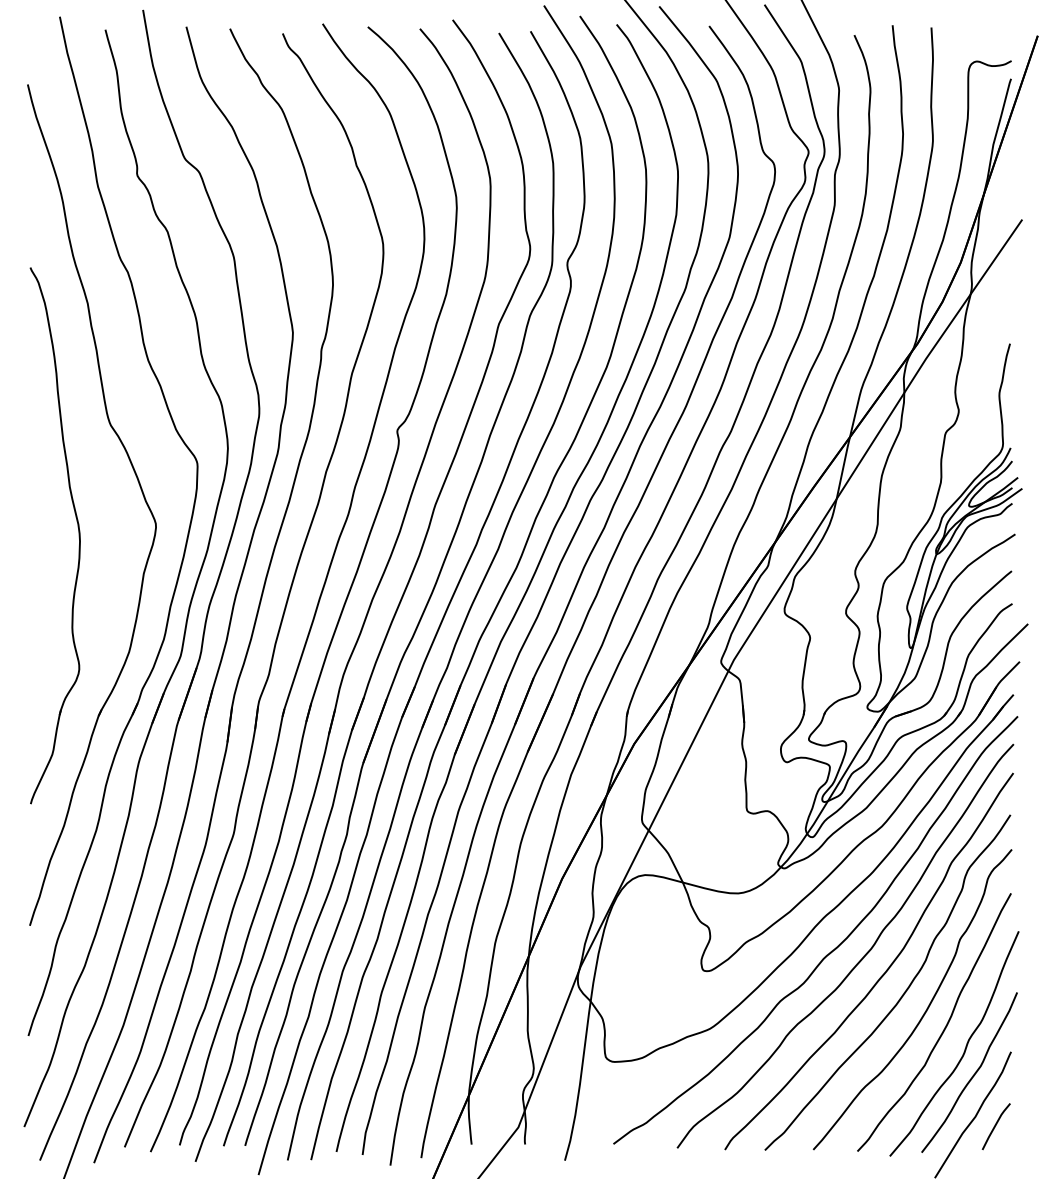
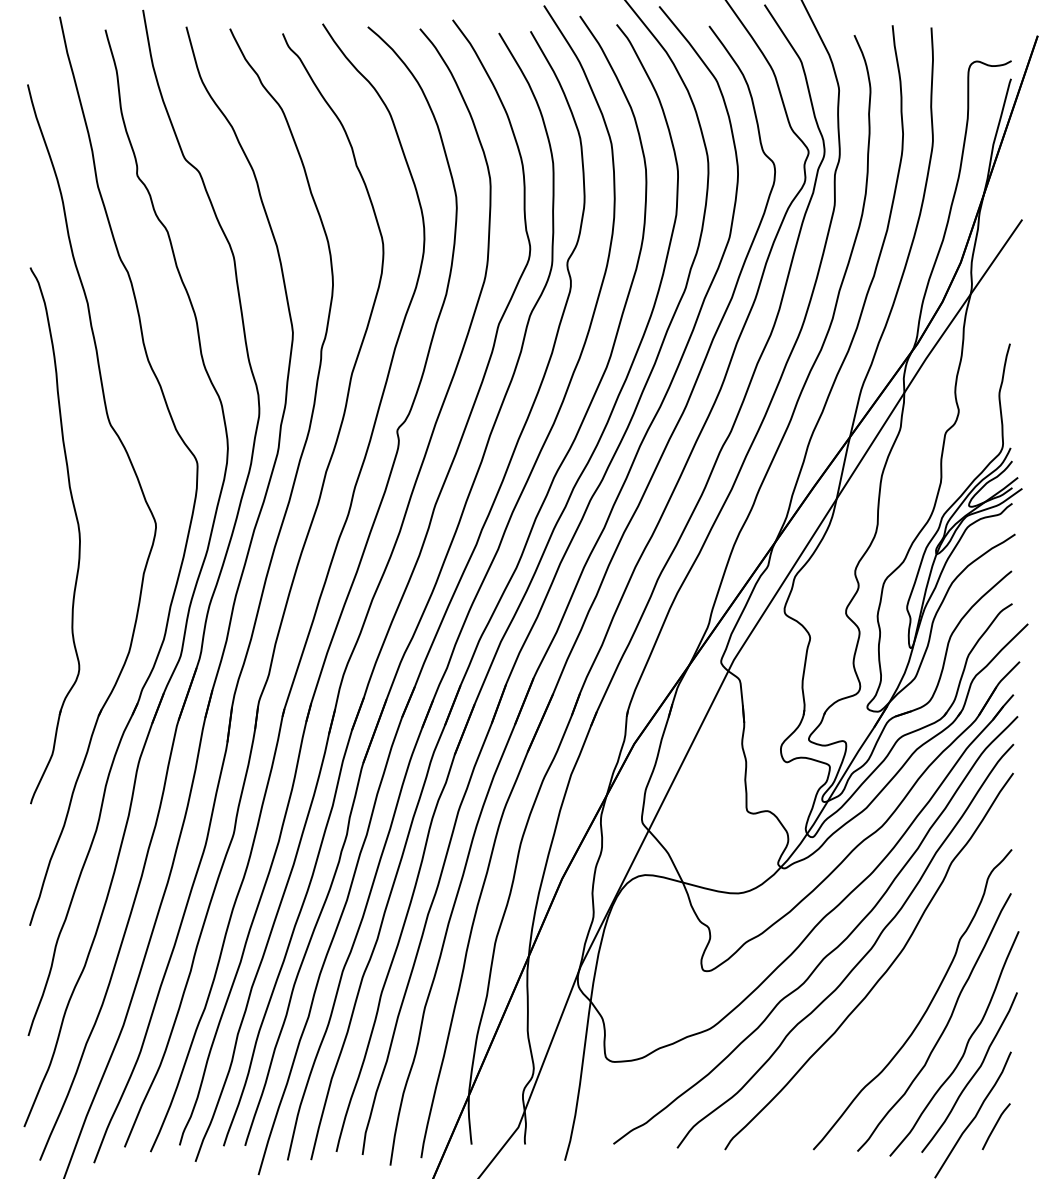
curve at (901, 995): present -> none
